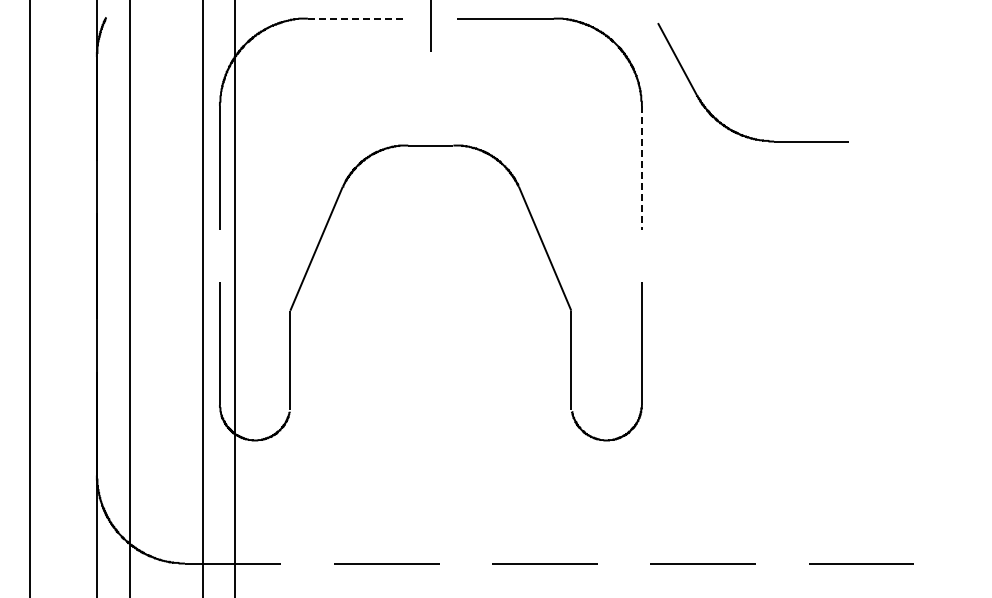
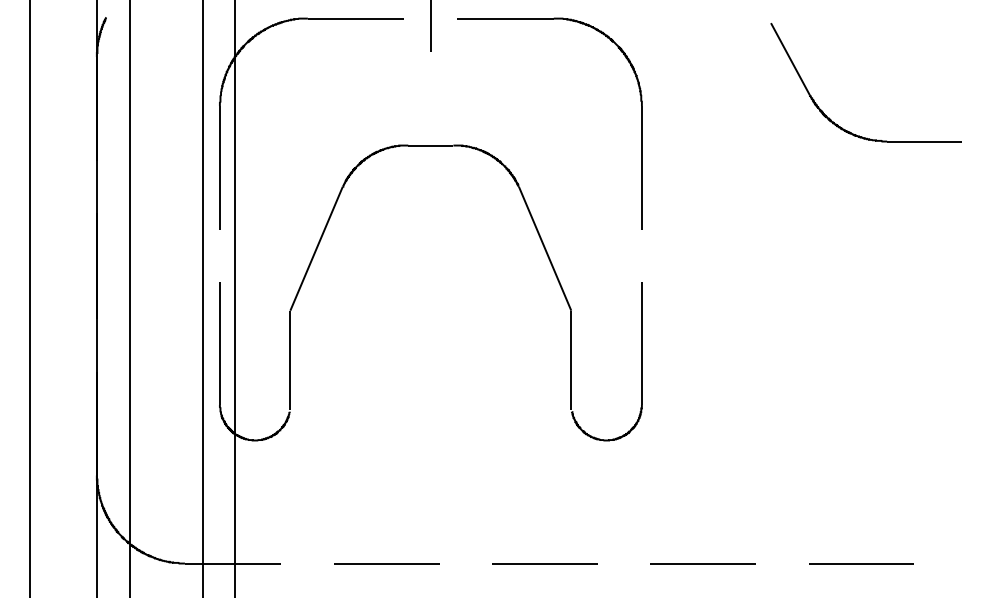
line at (356, 18): dashed -> solid
part at (716, 117) position: (716, 117) -> (829, 117)
line at (641, 167): dashed -> solid
